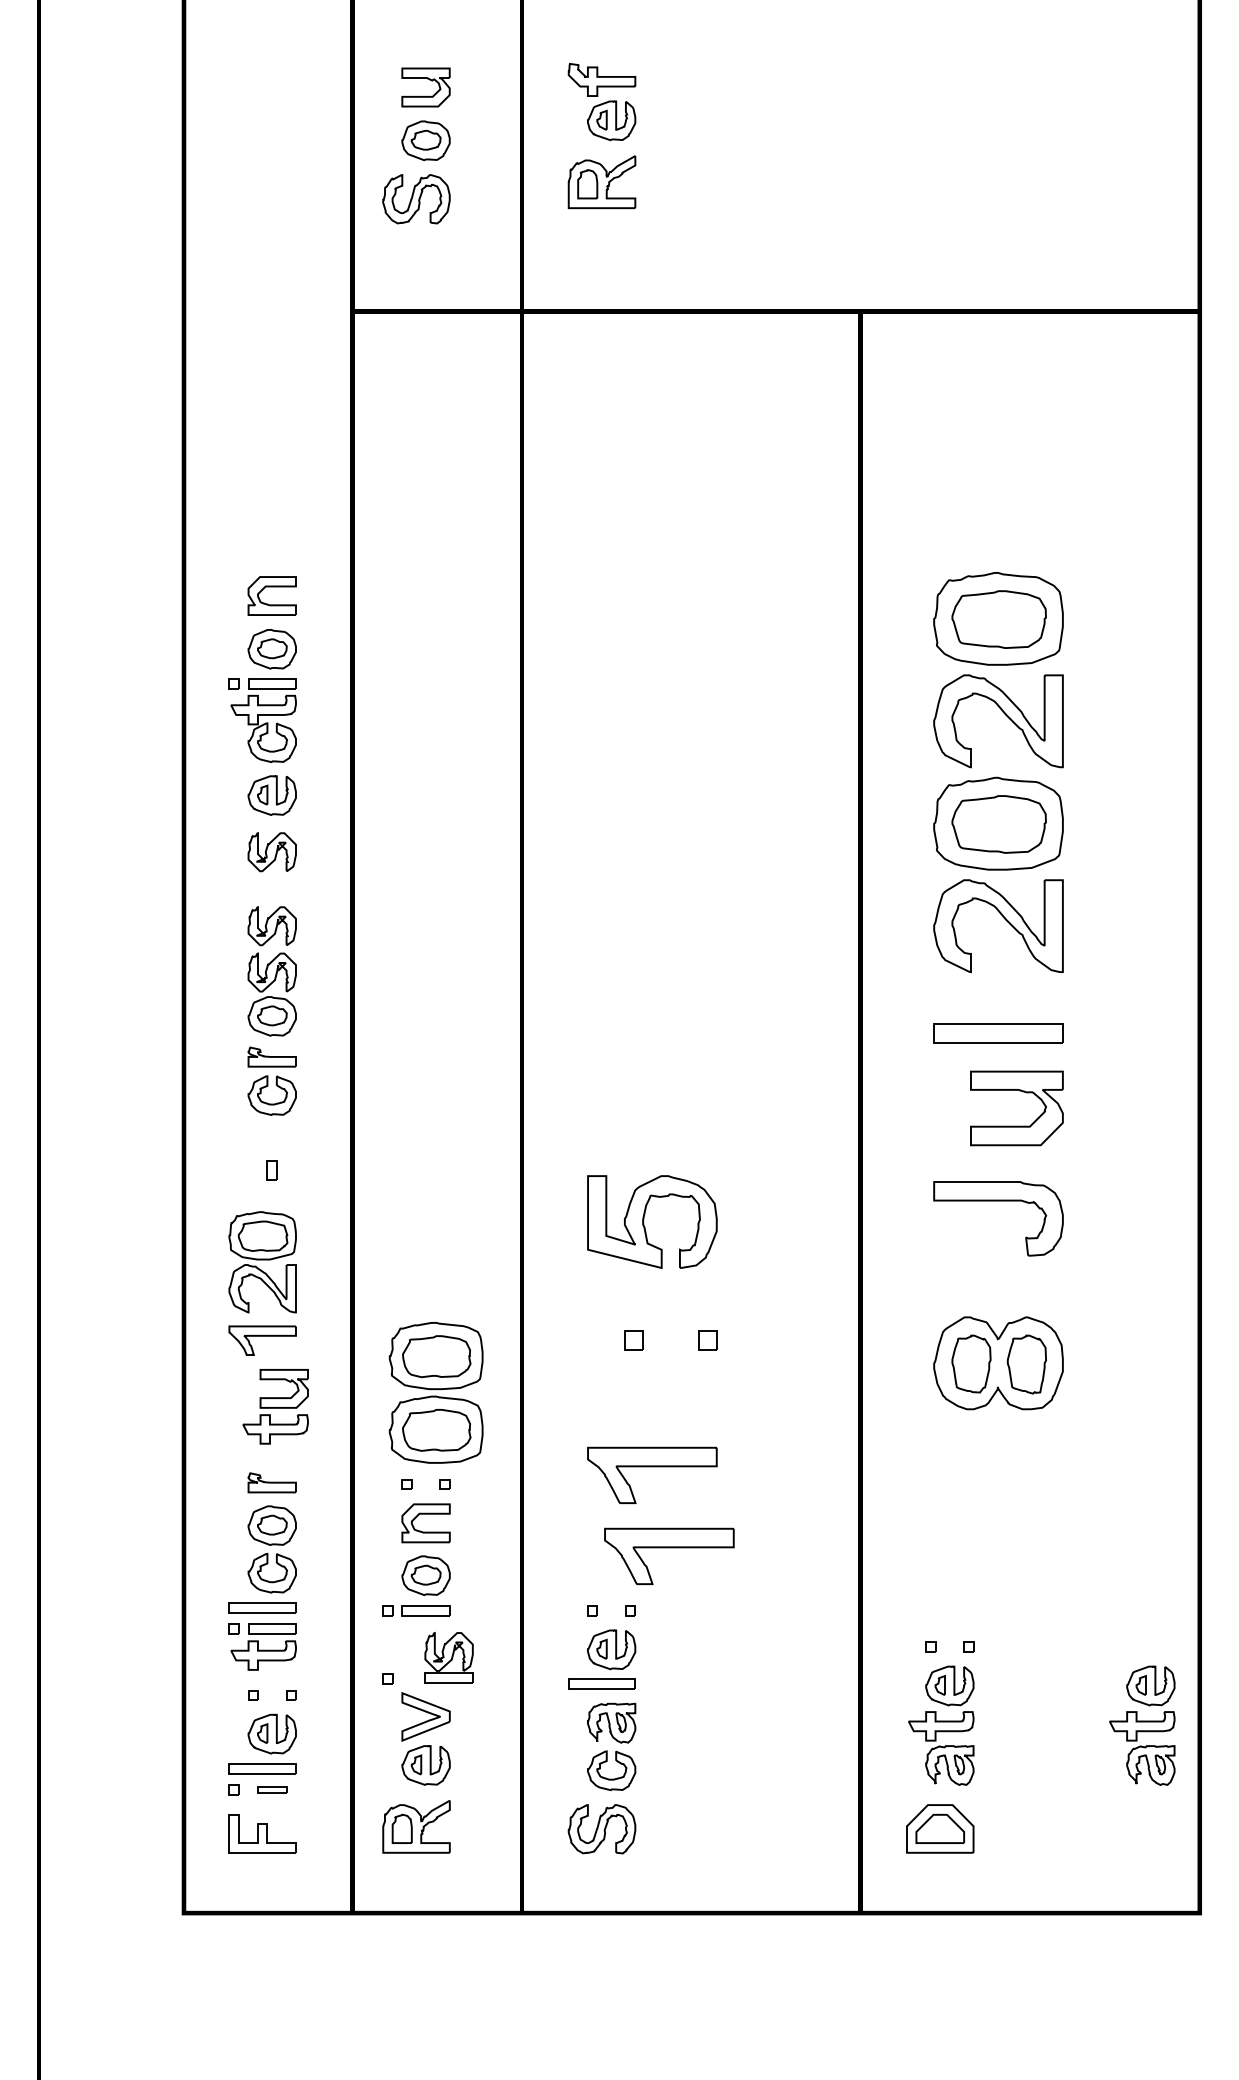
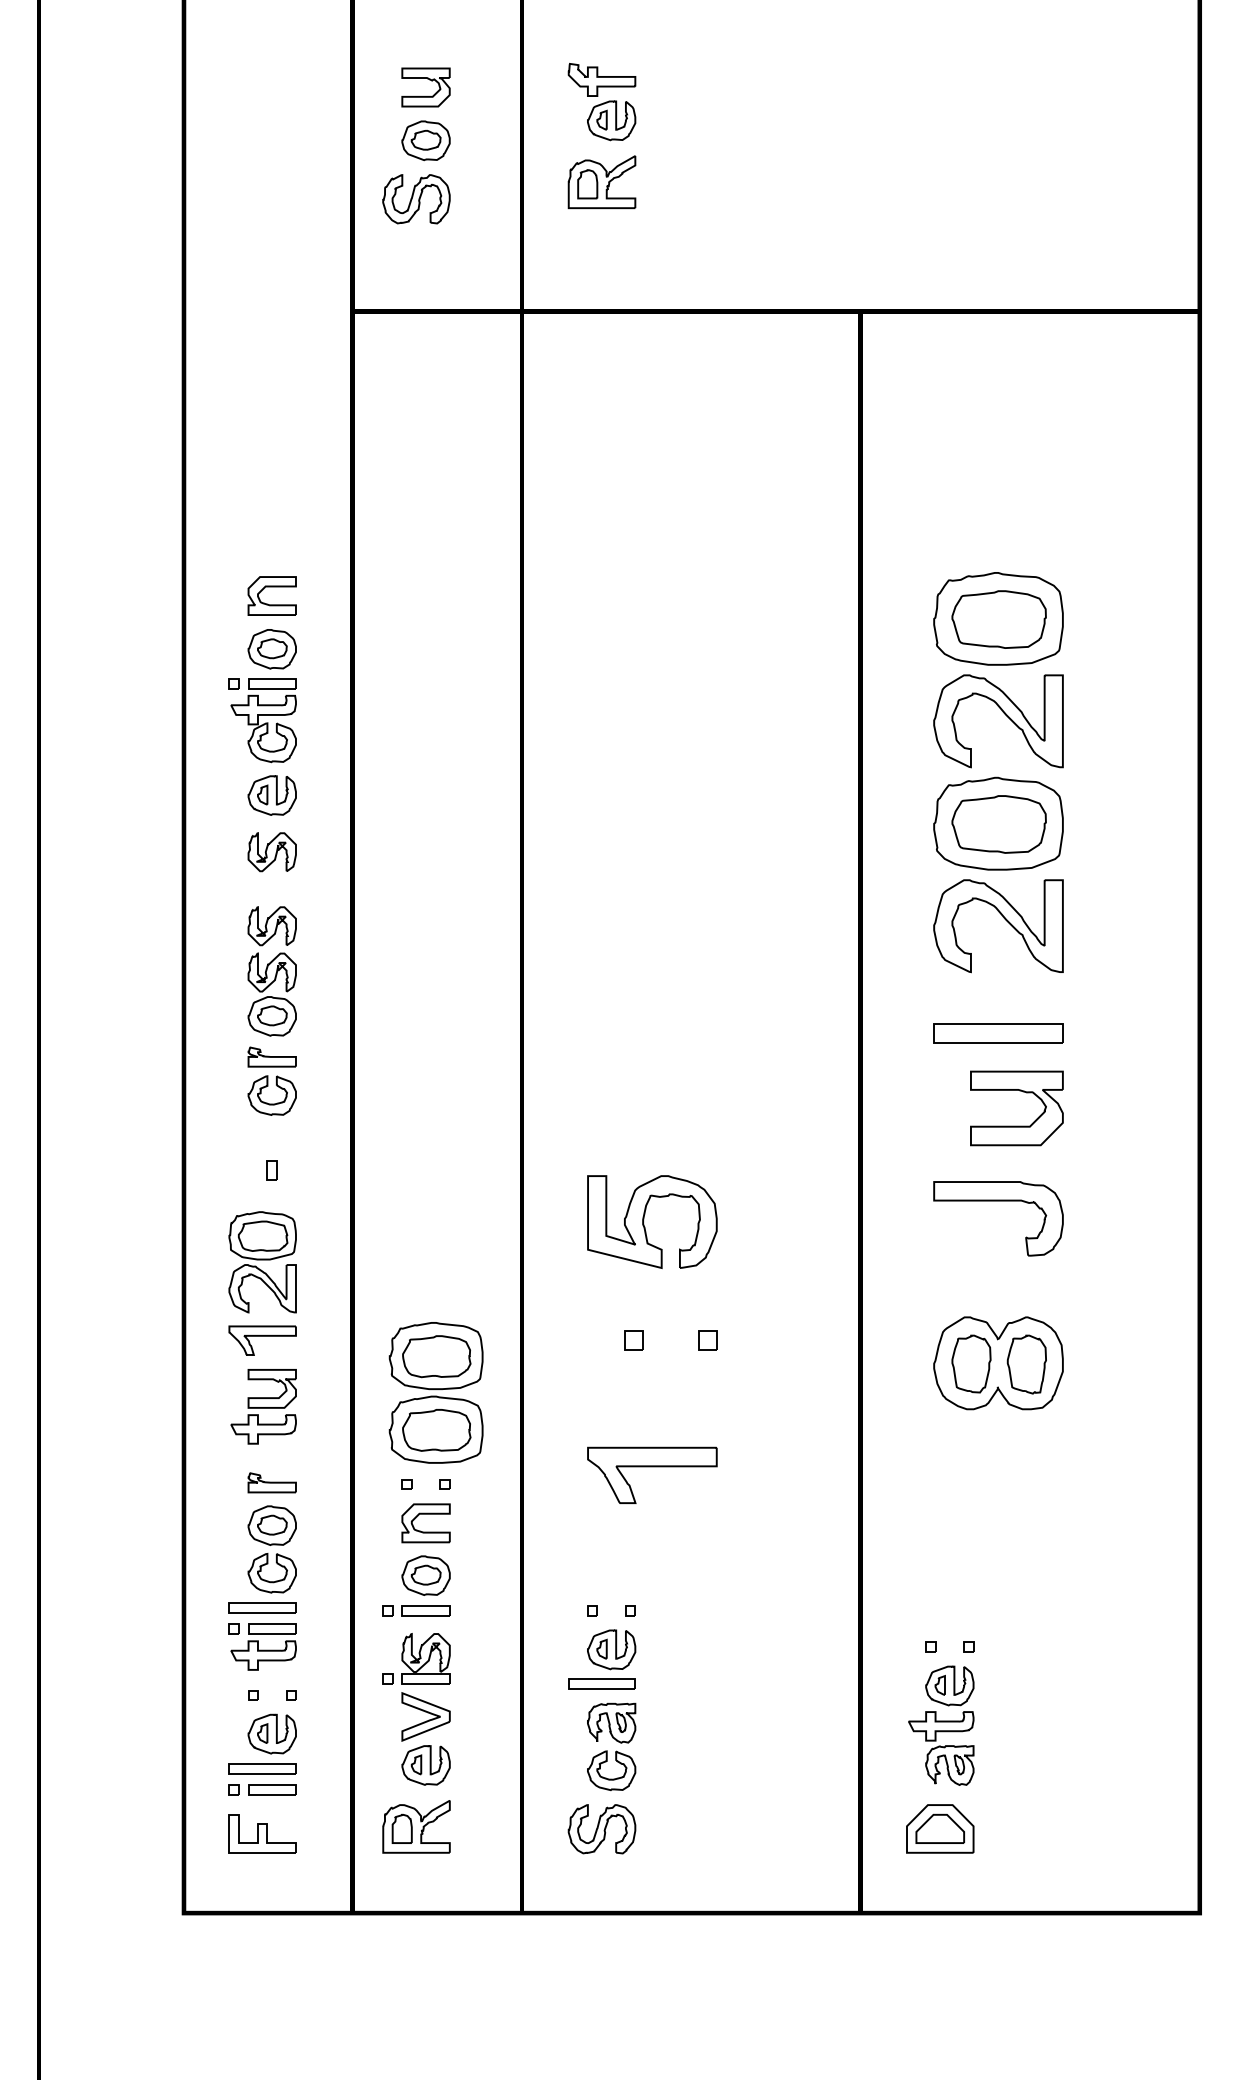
part at (275, 1406) position: (275, 1406) -> (263, 1406)
part at (669, 1548): present -> none
part at (448, 1657) position: (448, 1657) -> (425, 1658)
part at (1142, 1725): present -> none
part at (272, 1789) size: 31x8 px -> 49x12 px
